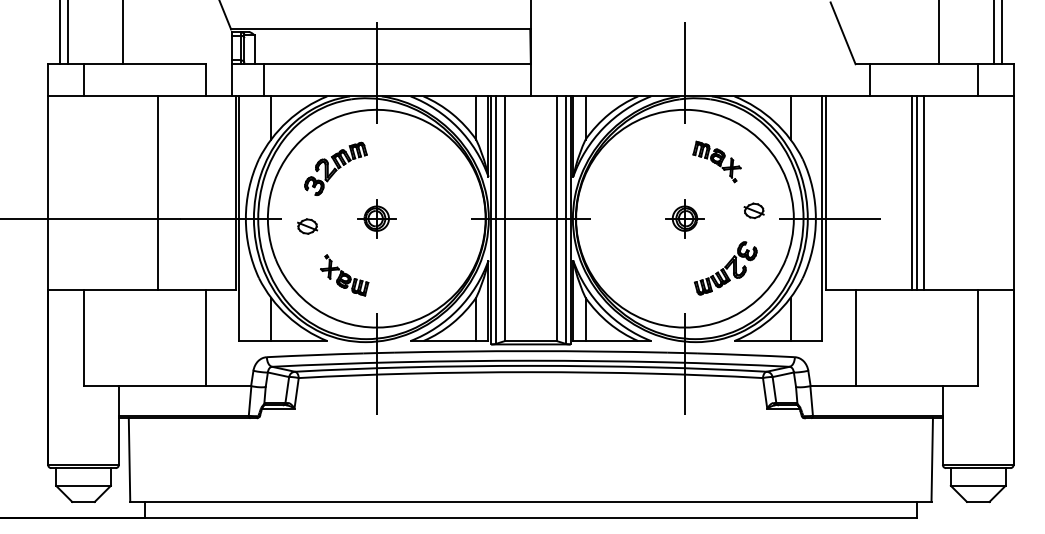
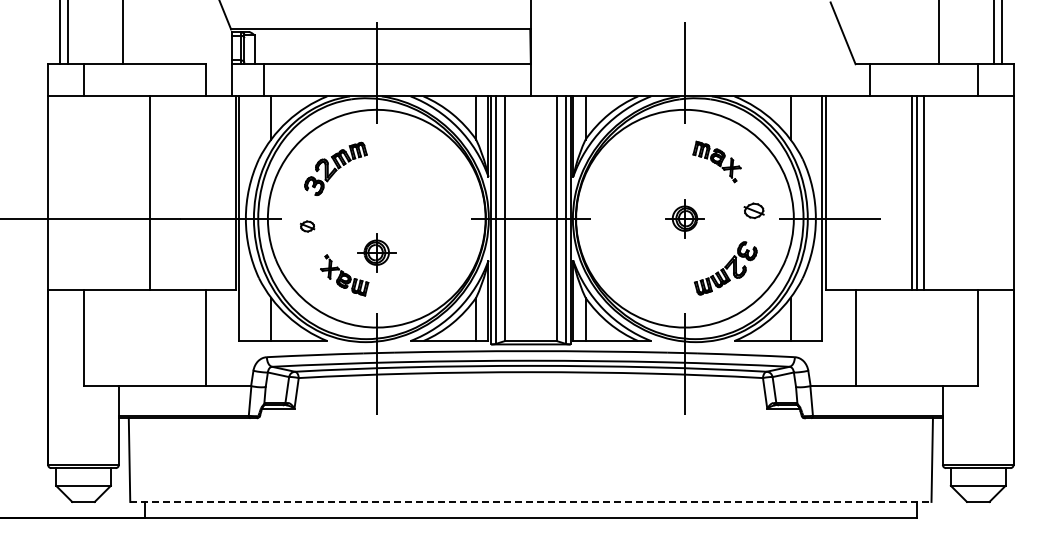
line at (157, 192) position: (157, 192) -> (149, 192)
part at (376, 218) position: (376, 218) -> (376, 252)
part at (307, 226) size: 21x17 px -> 17x13 px
line at (530, 501): solid -> dashed
